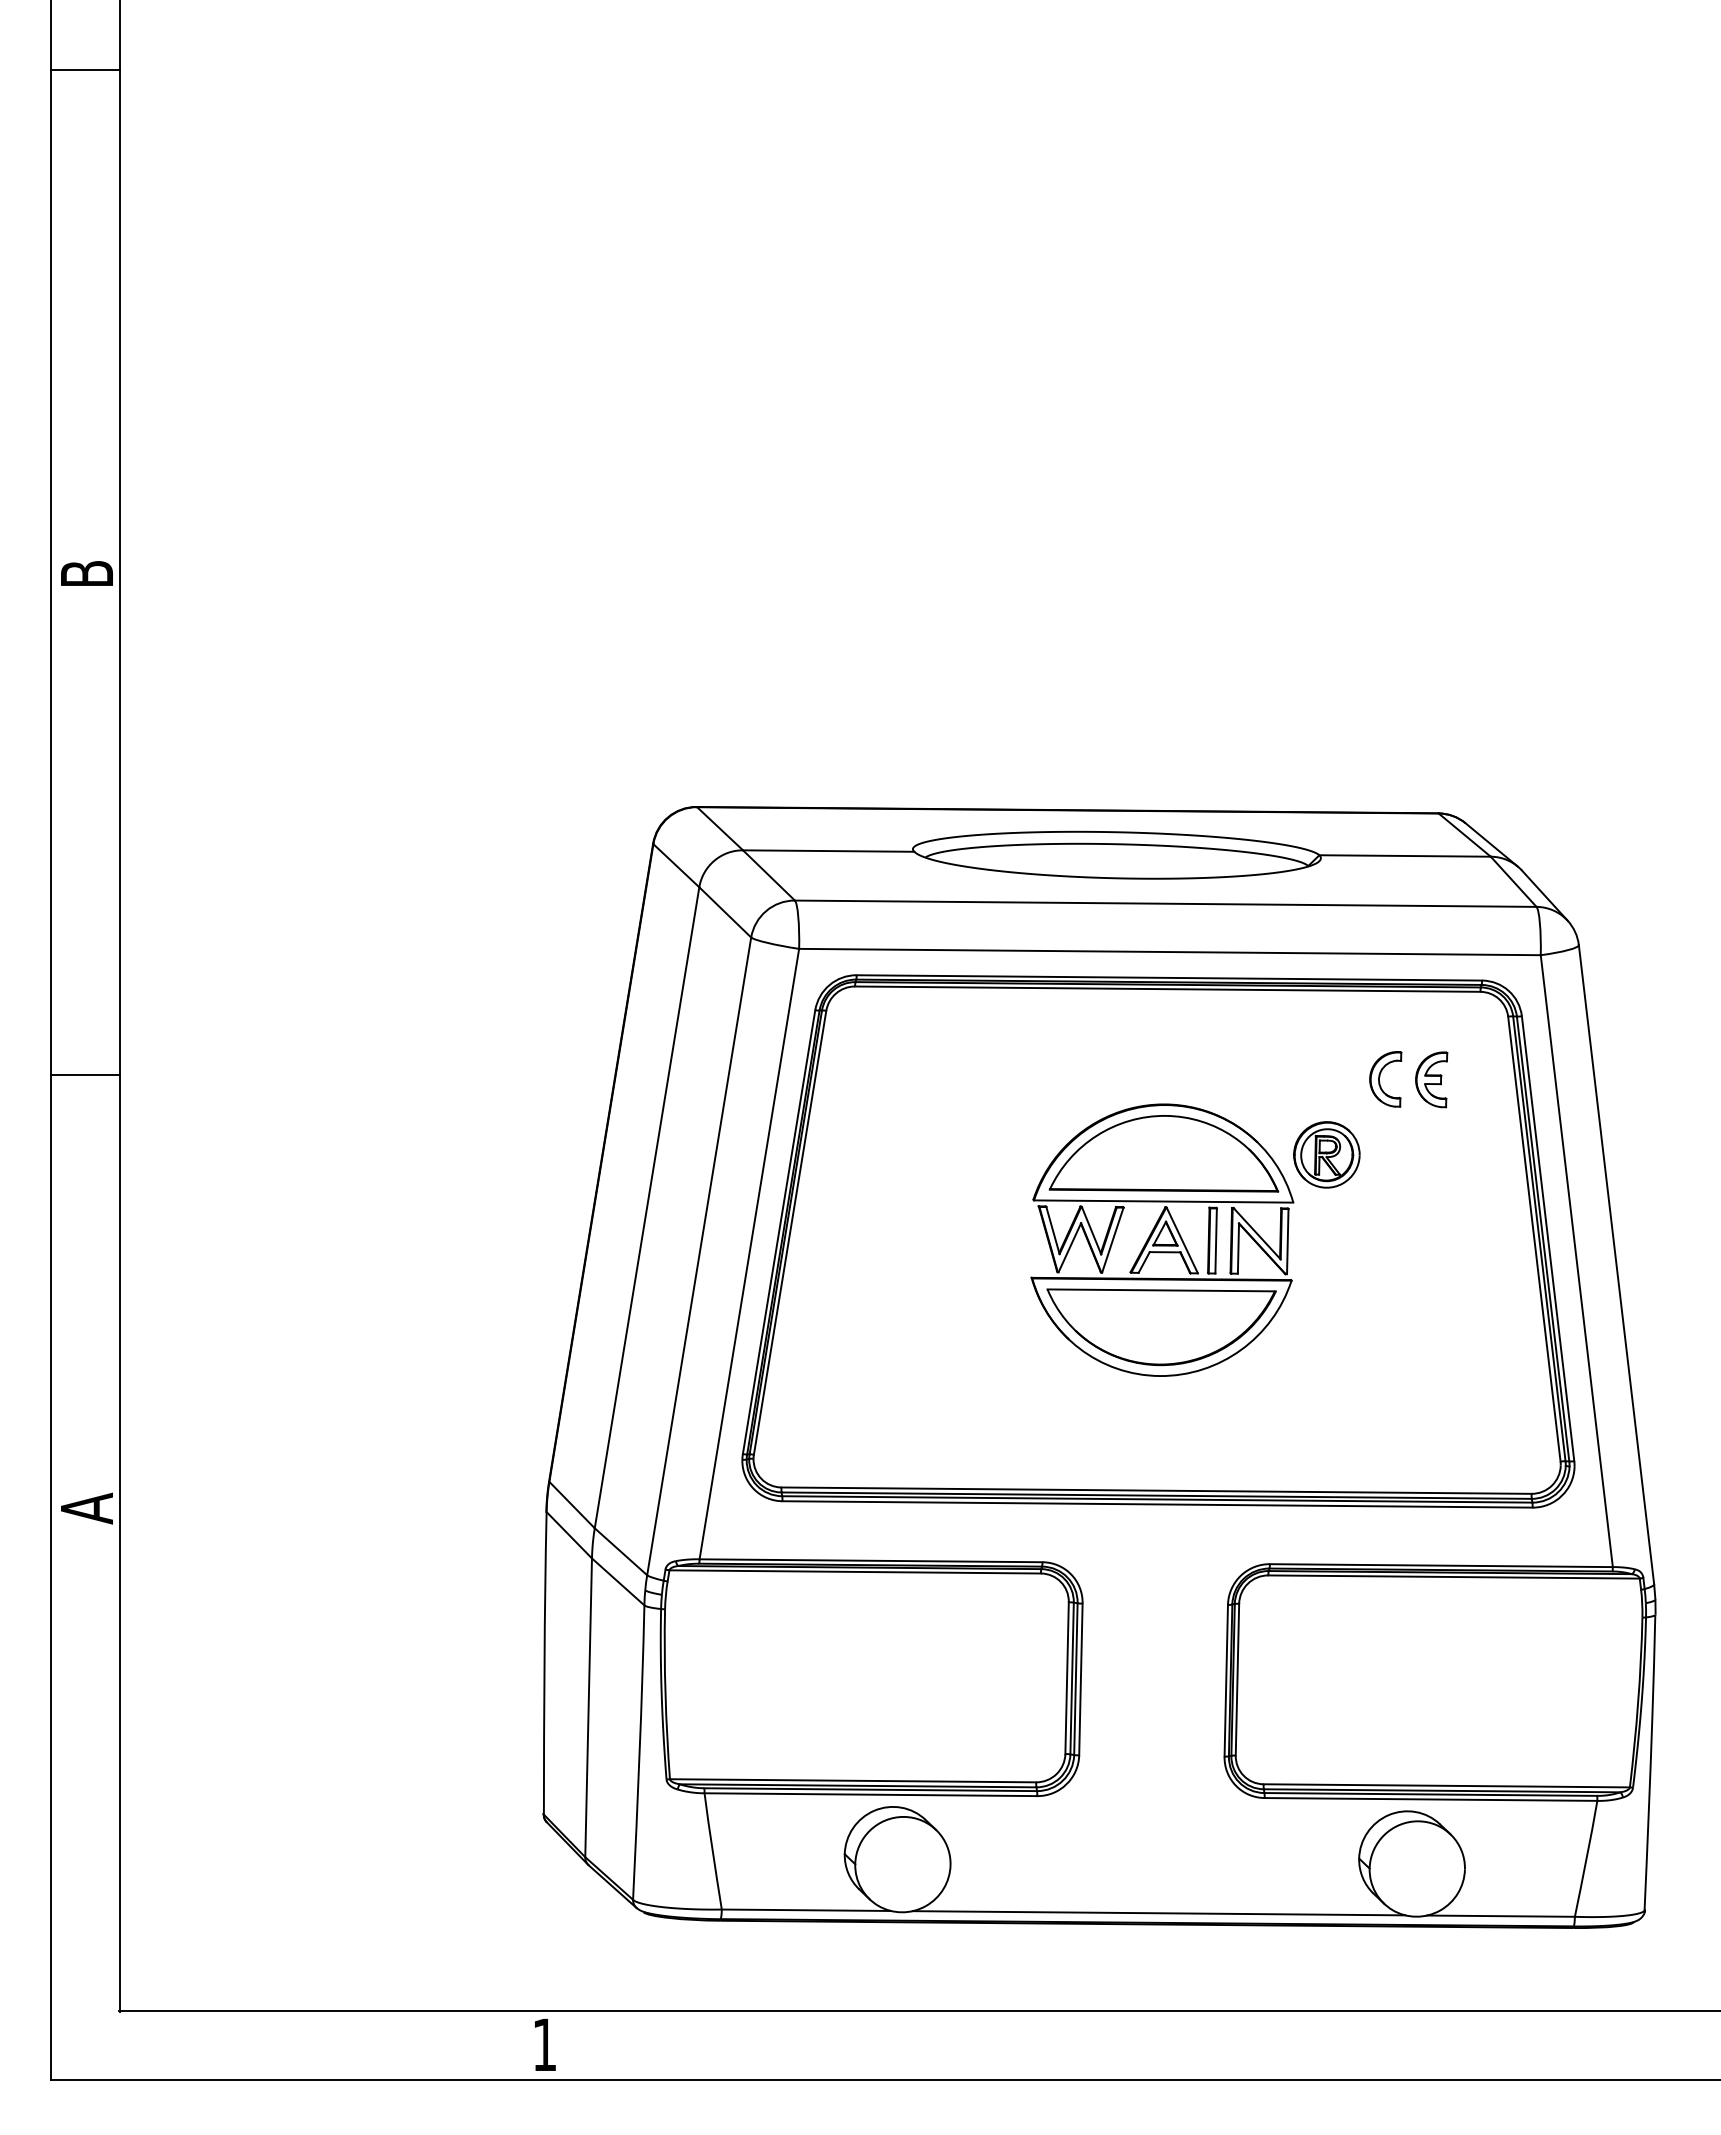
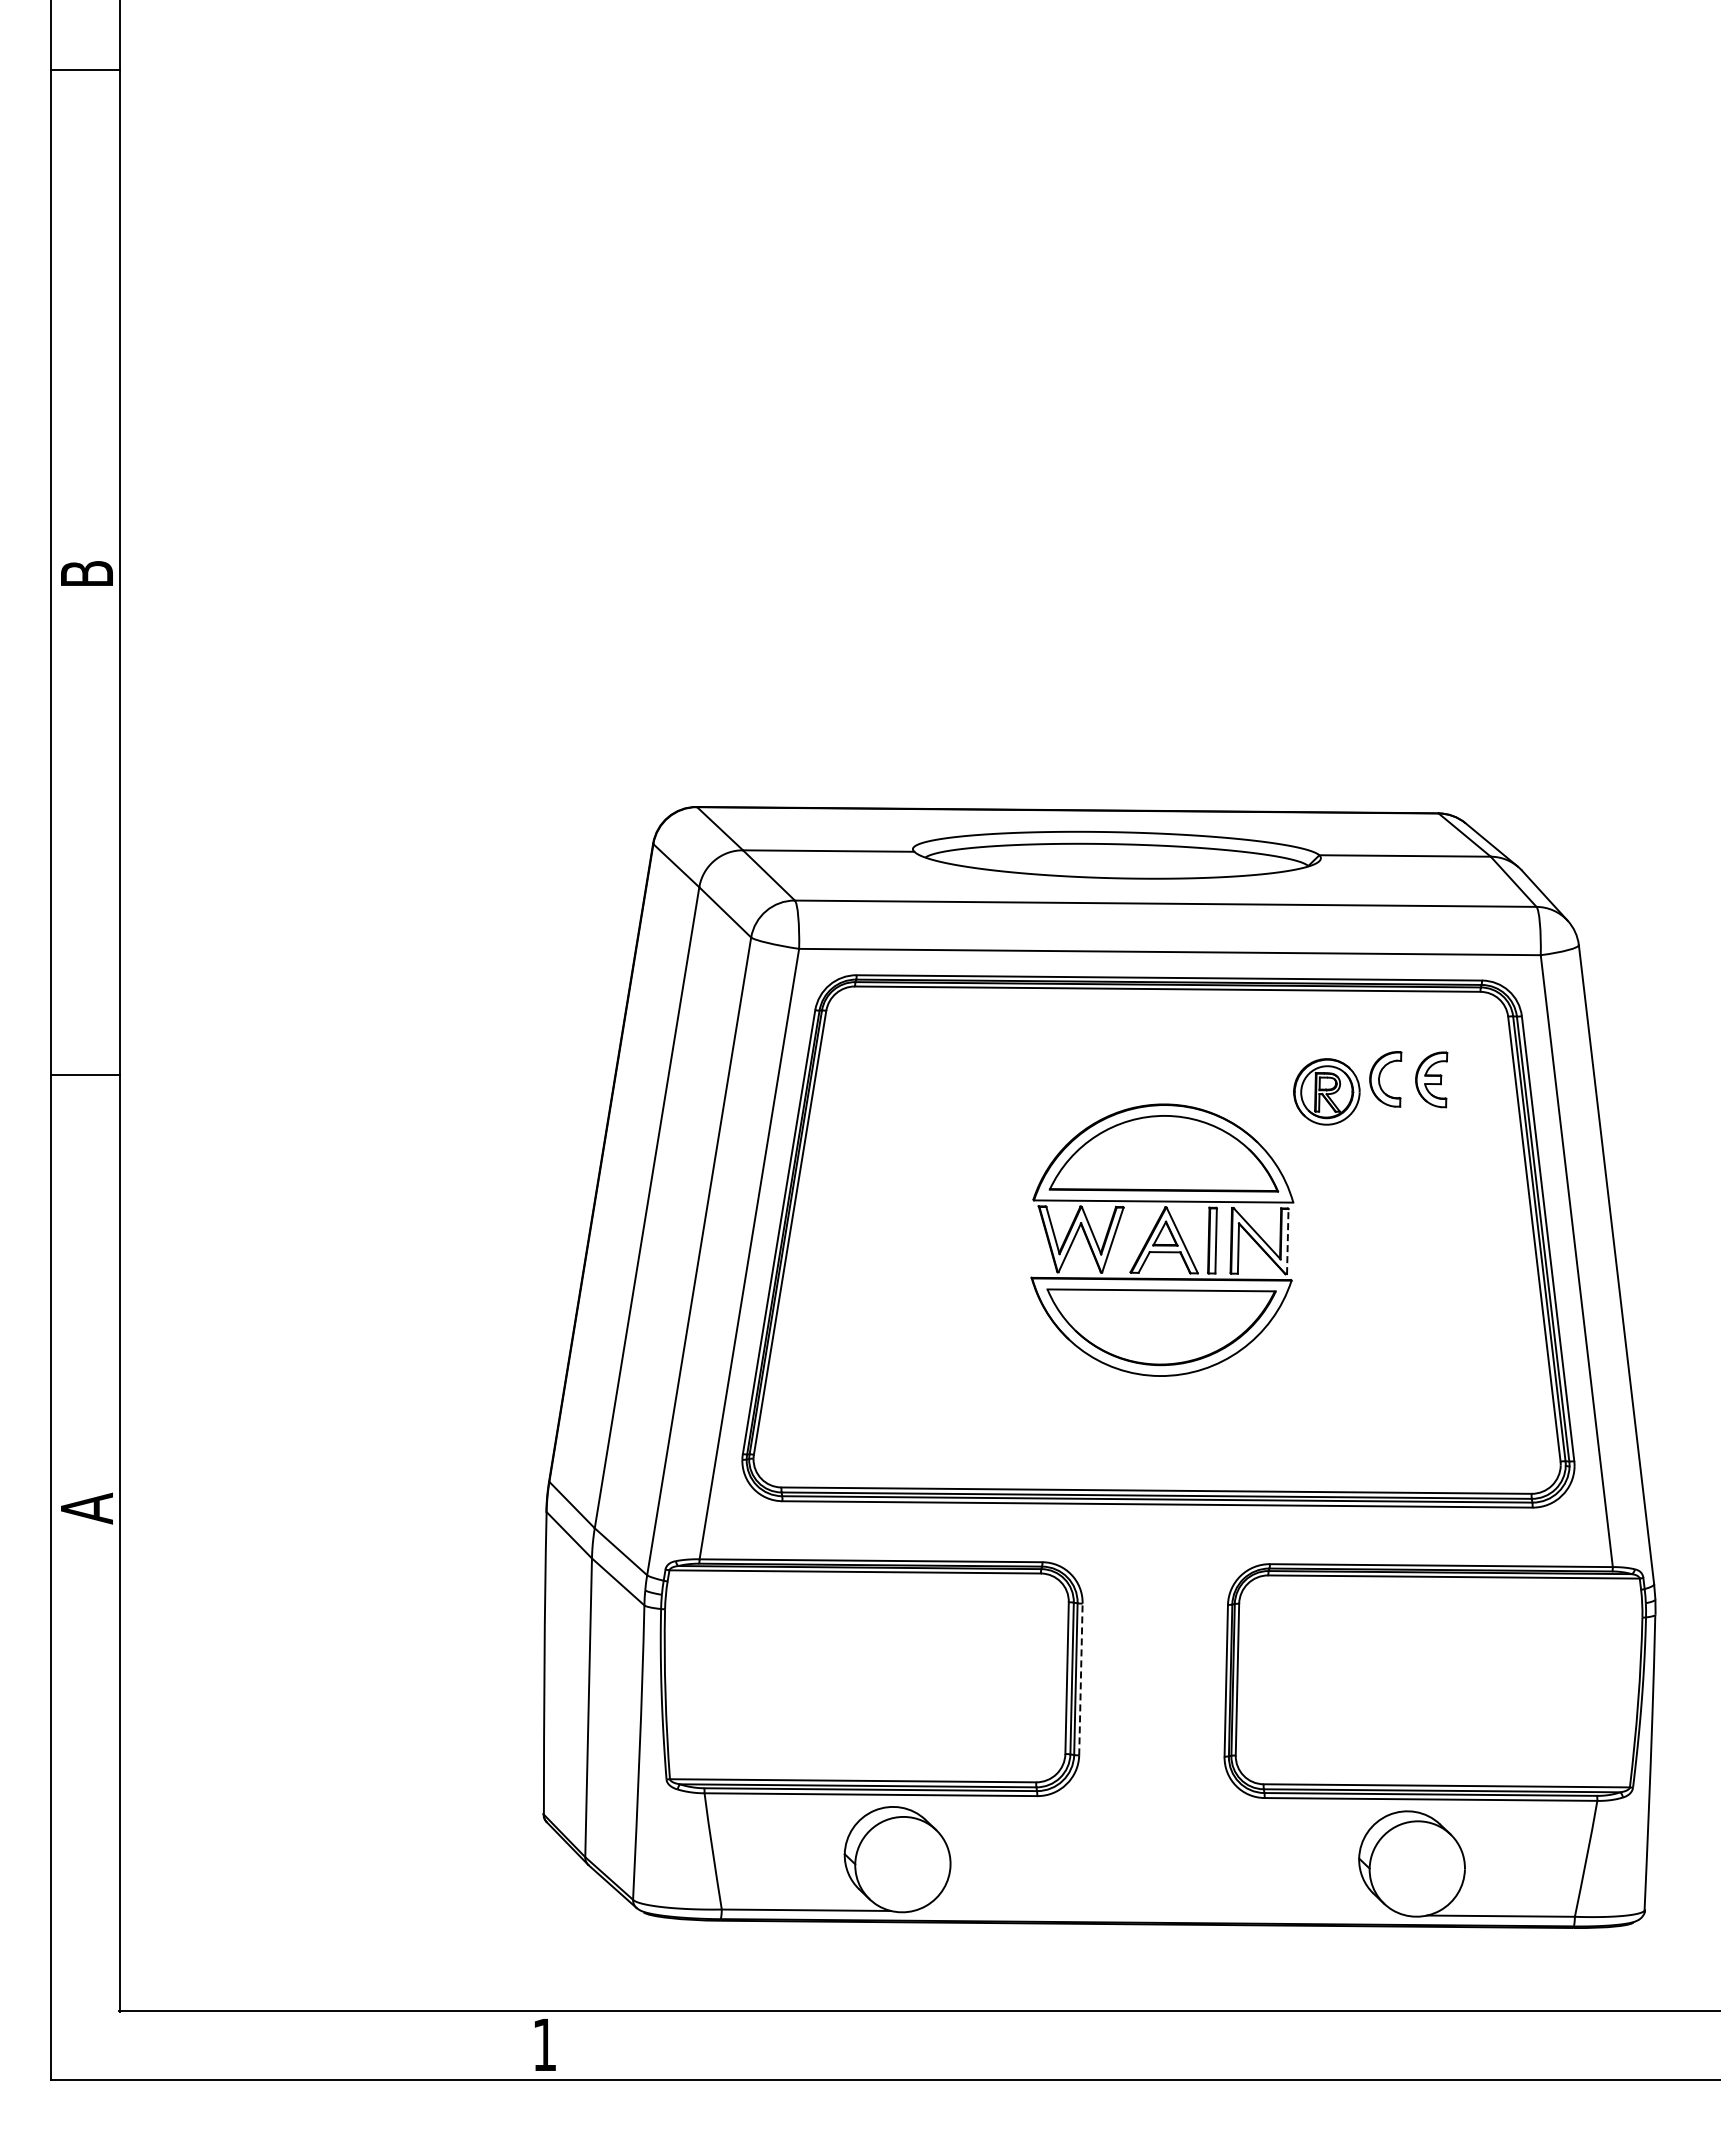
part at (1326, 1154) position: (1326, 1154) -> (1326, 1091)
line at (1287, 1241): solid -> dashed
line at (1080, 1679): solid -> dashed
line at (1158, 1913): present -> none
